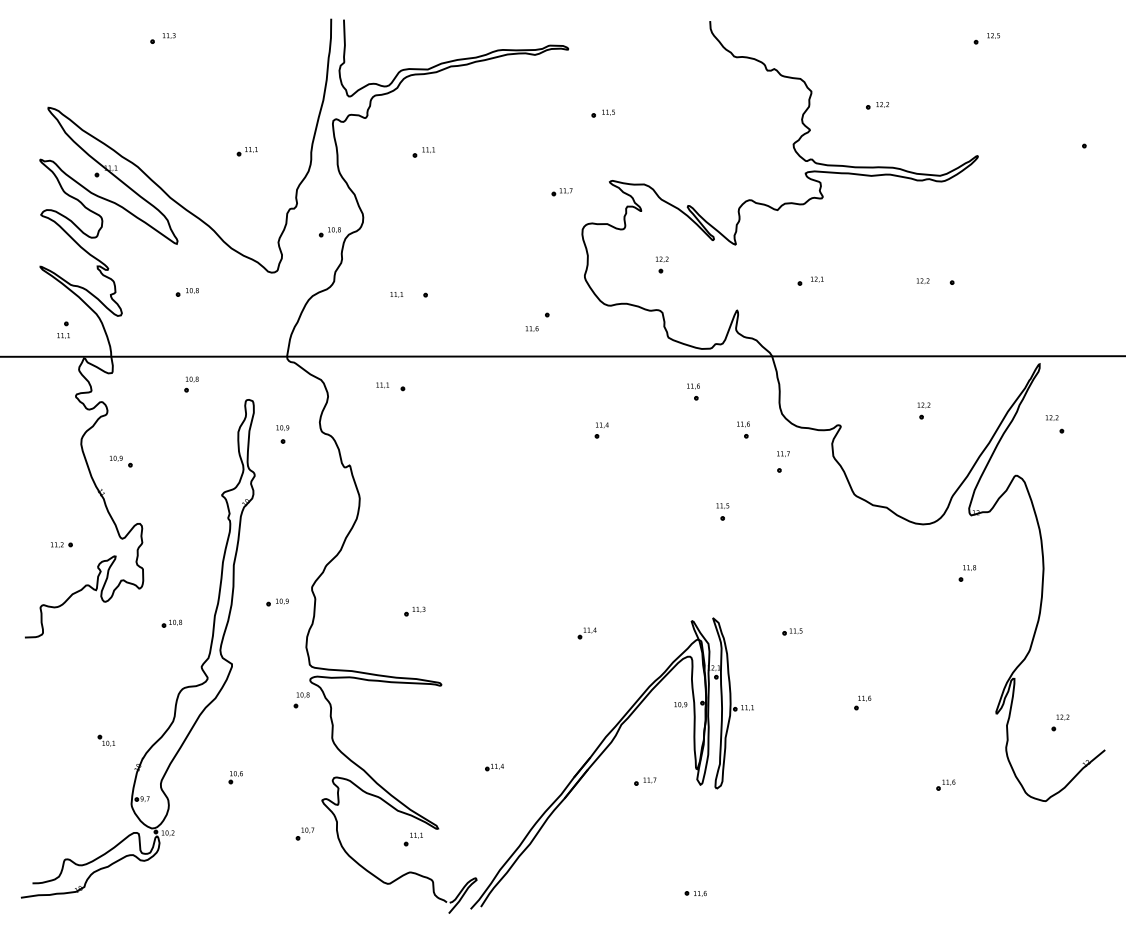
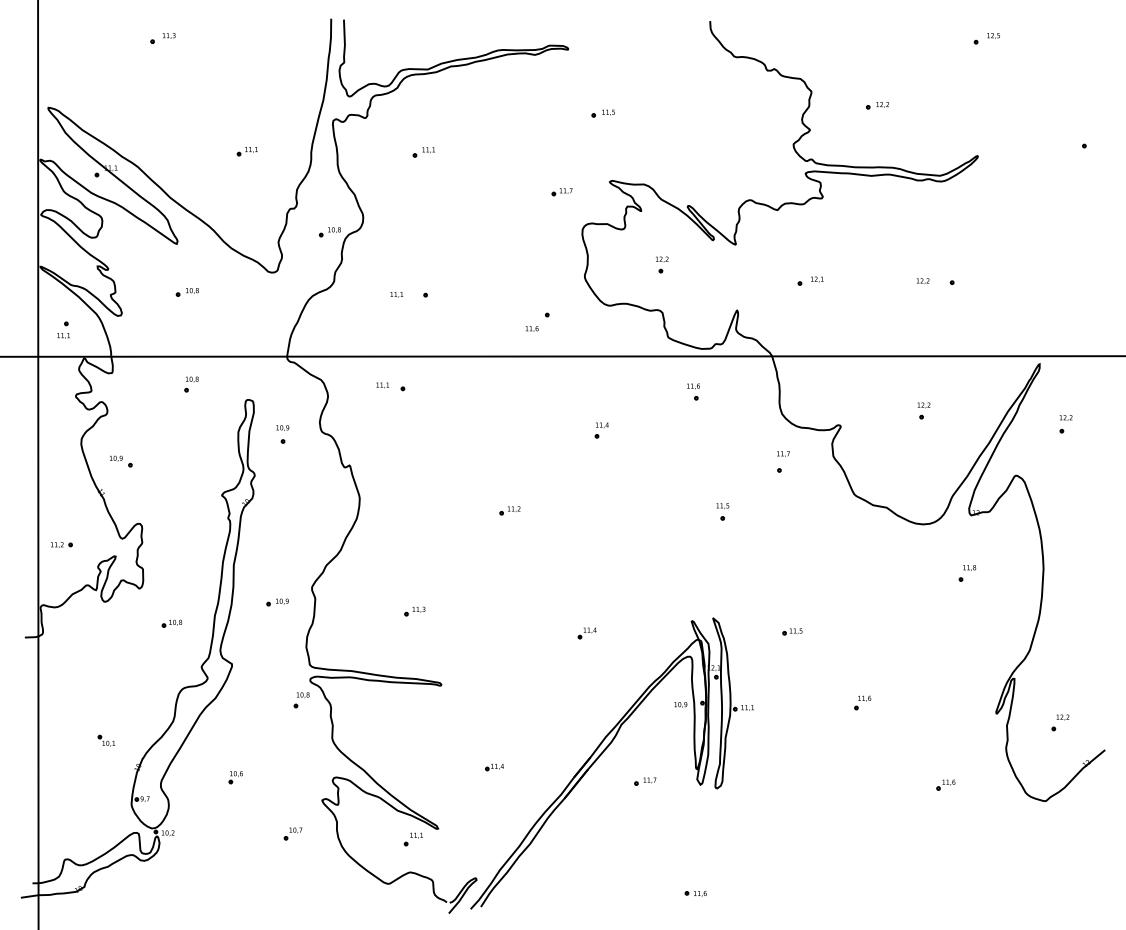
text at (1051, 417) position: (1051, 417) -> (1065, 417)
part at (743, 429): present -> none
line at (38, 464): none -> present
part at (509, 510): none -> present
part at (304, 833) position: (304, 833) -> (292, 833)
